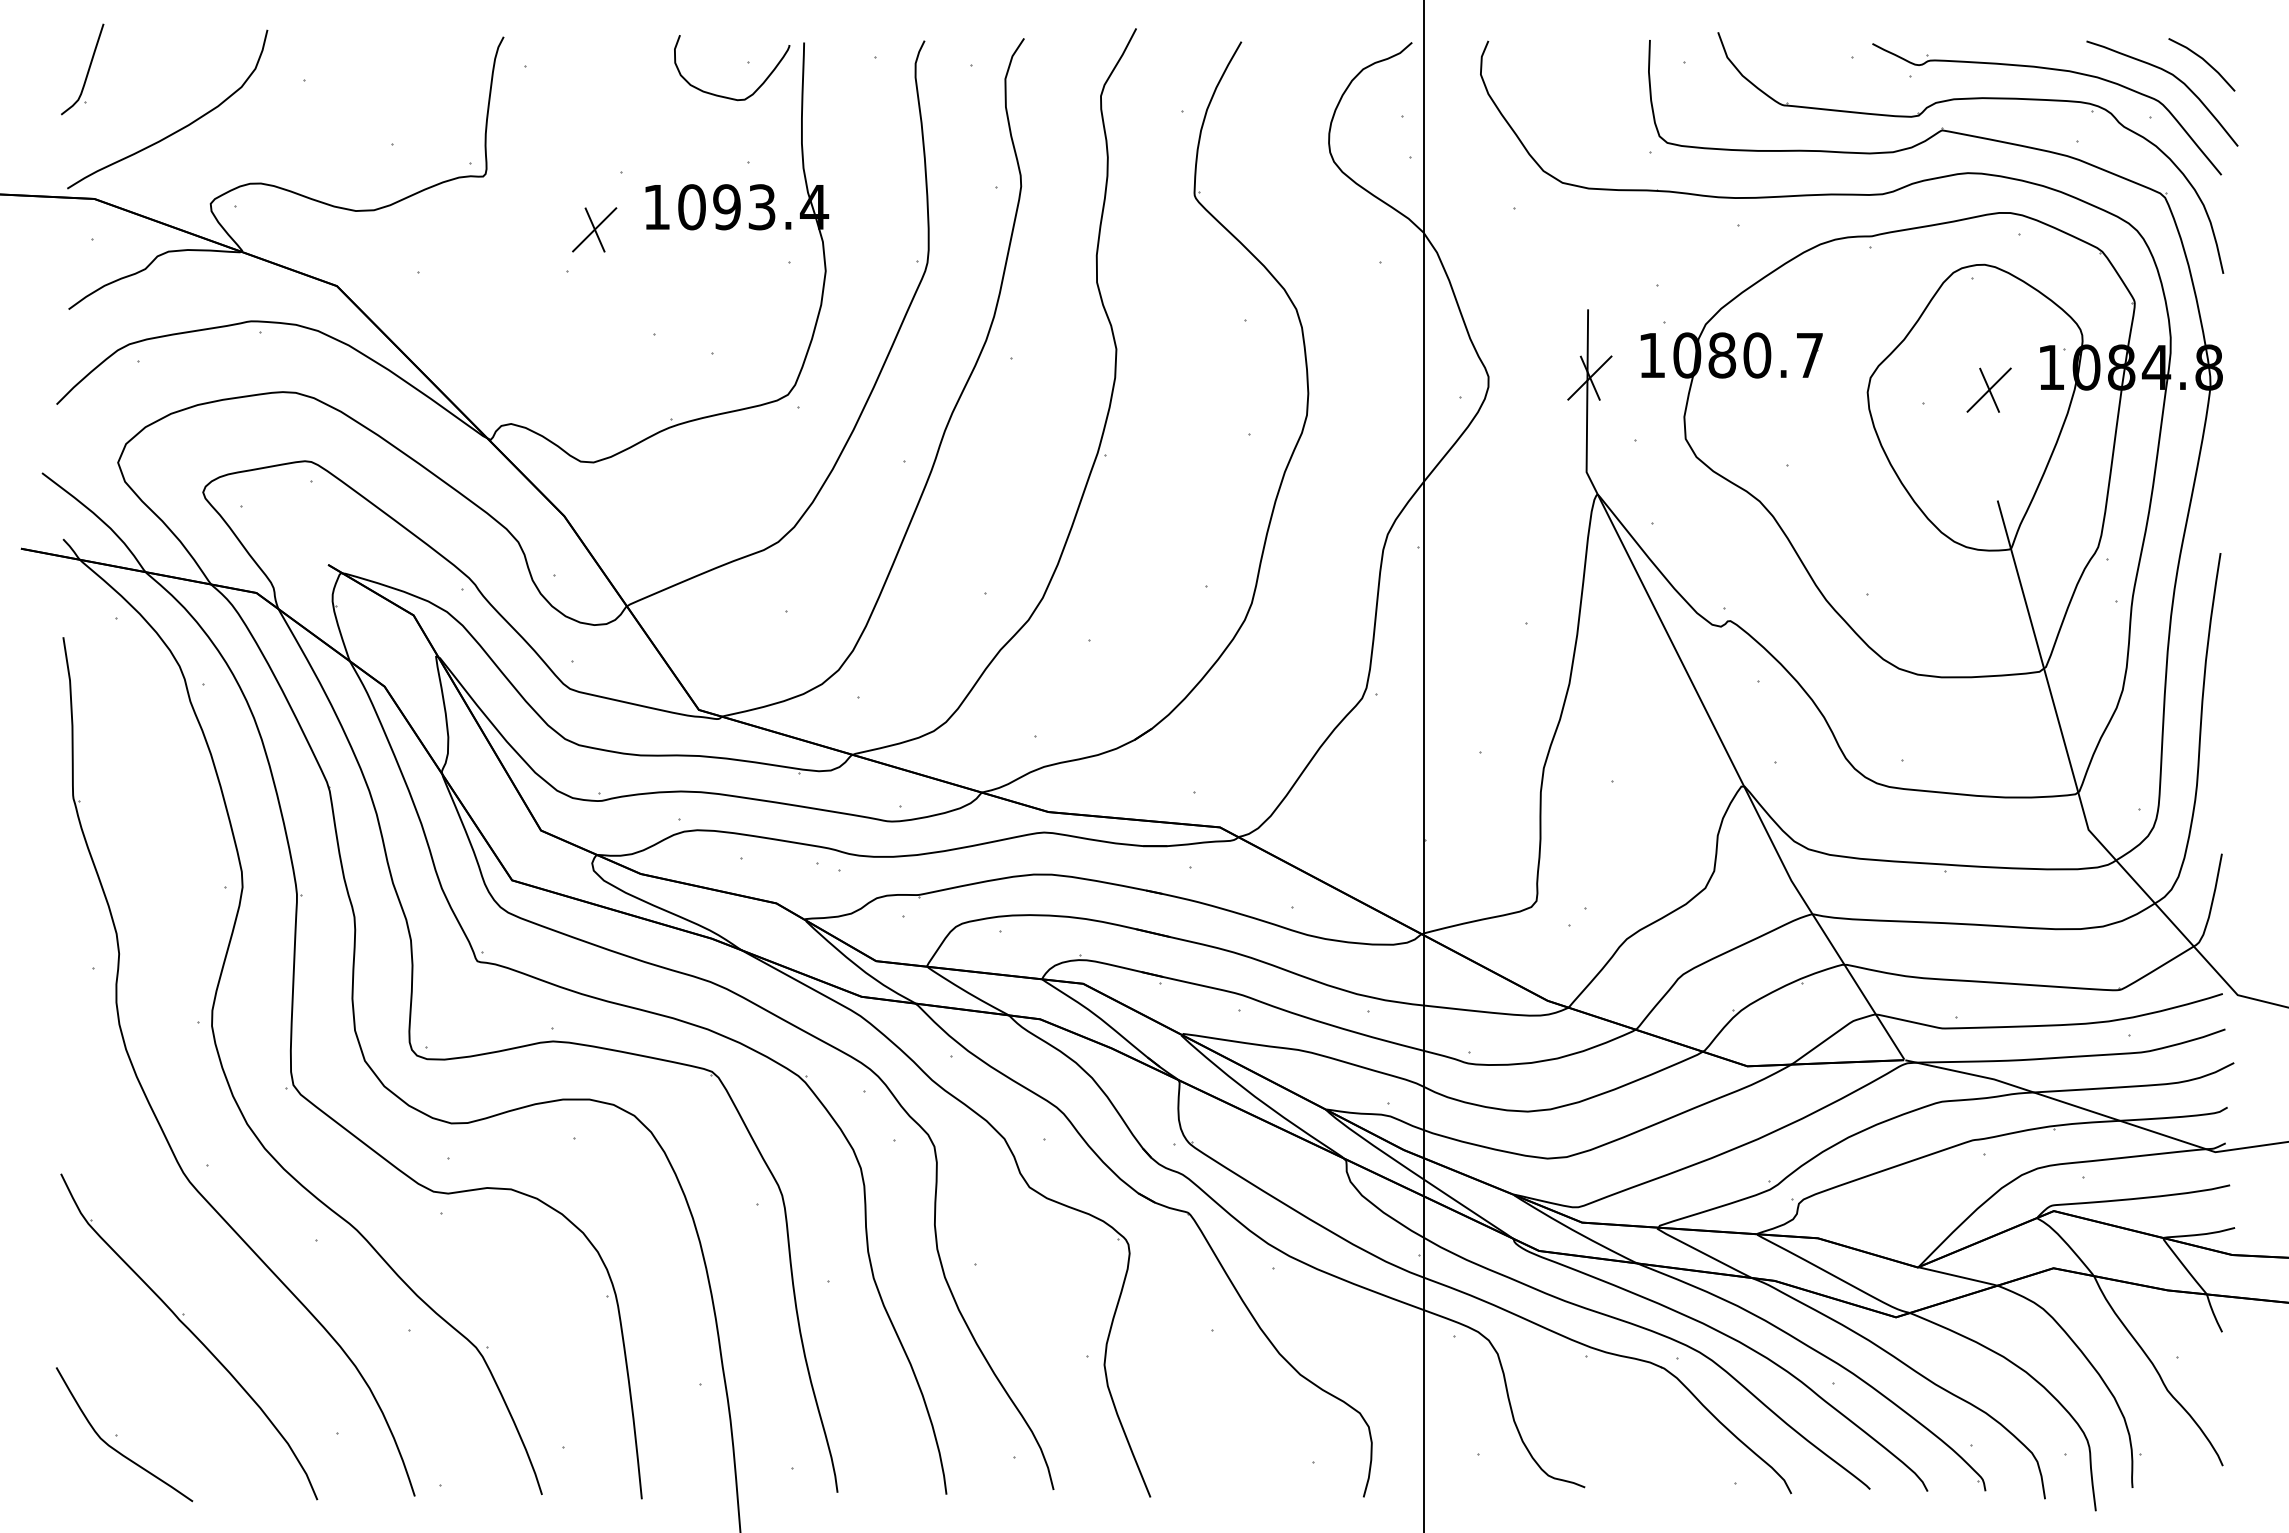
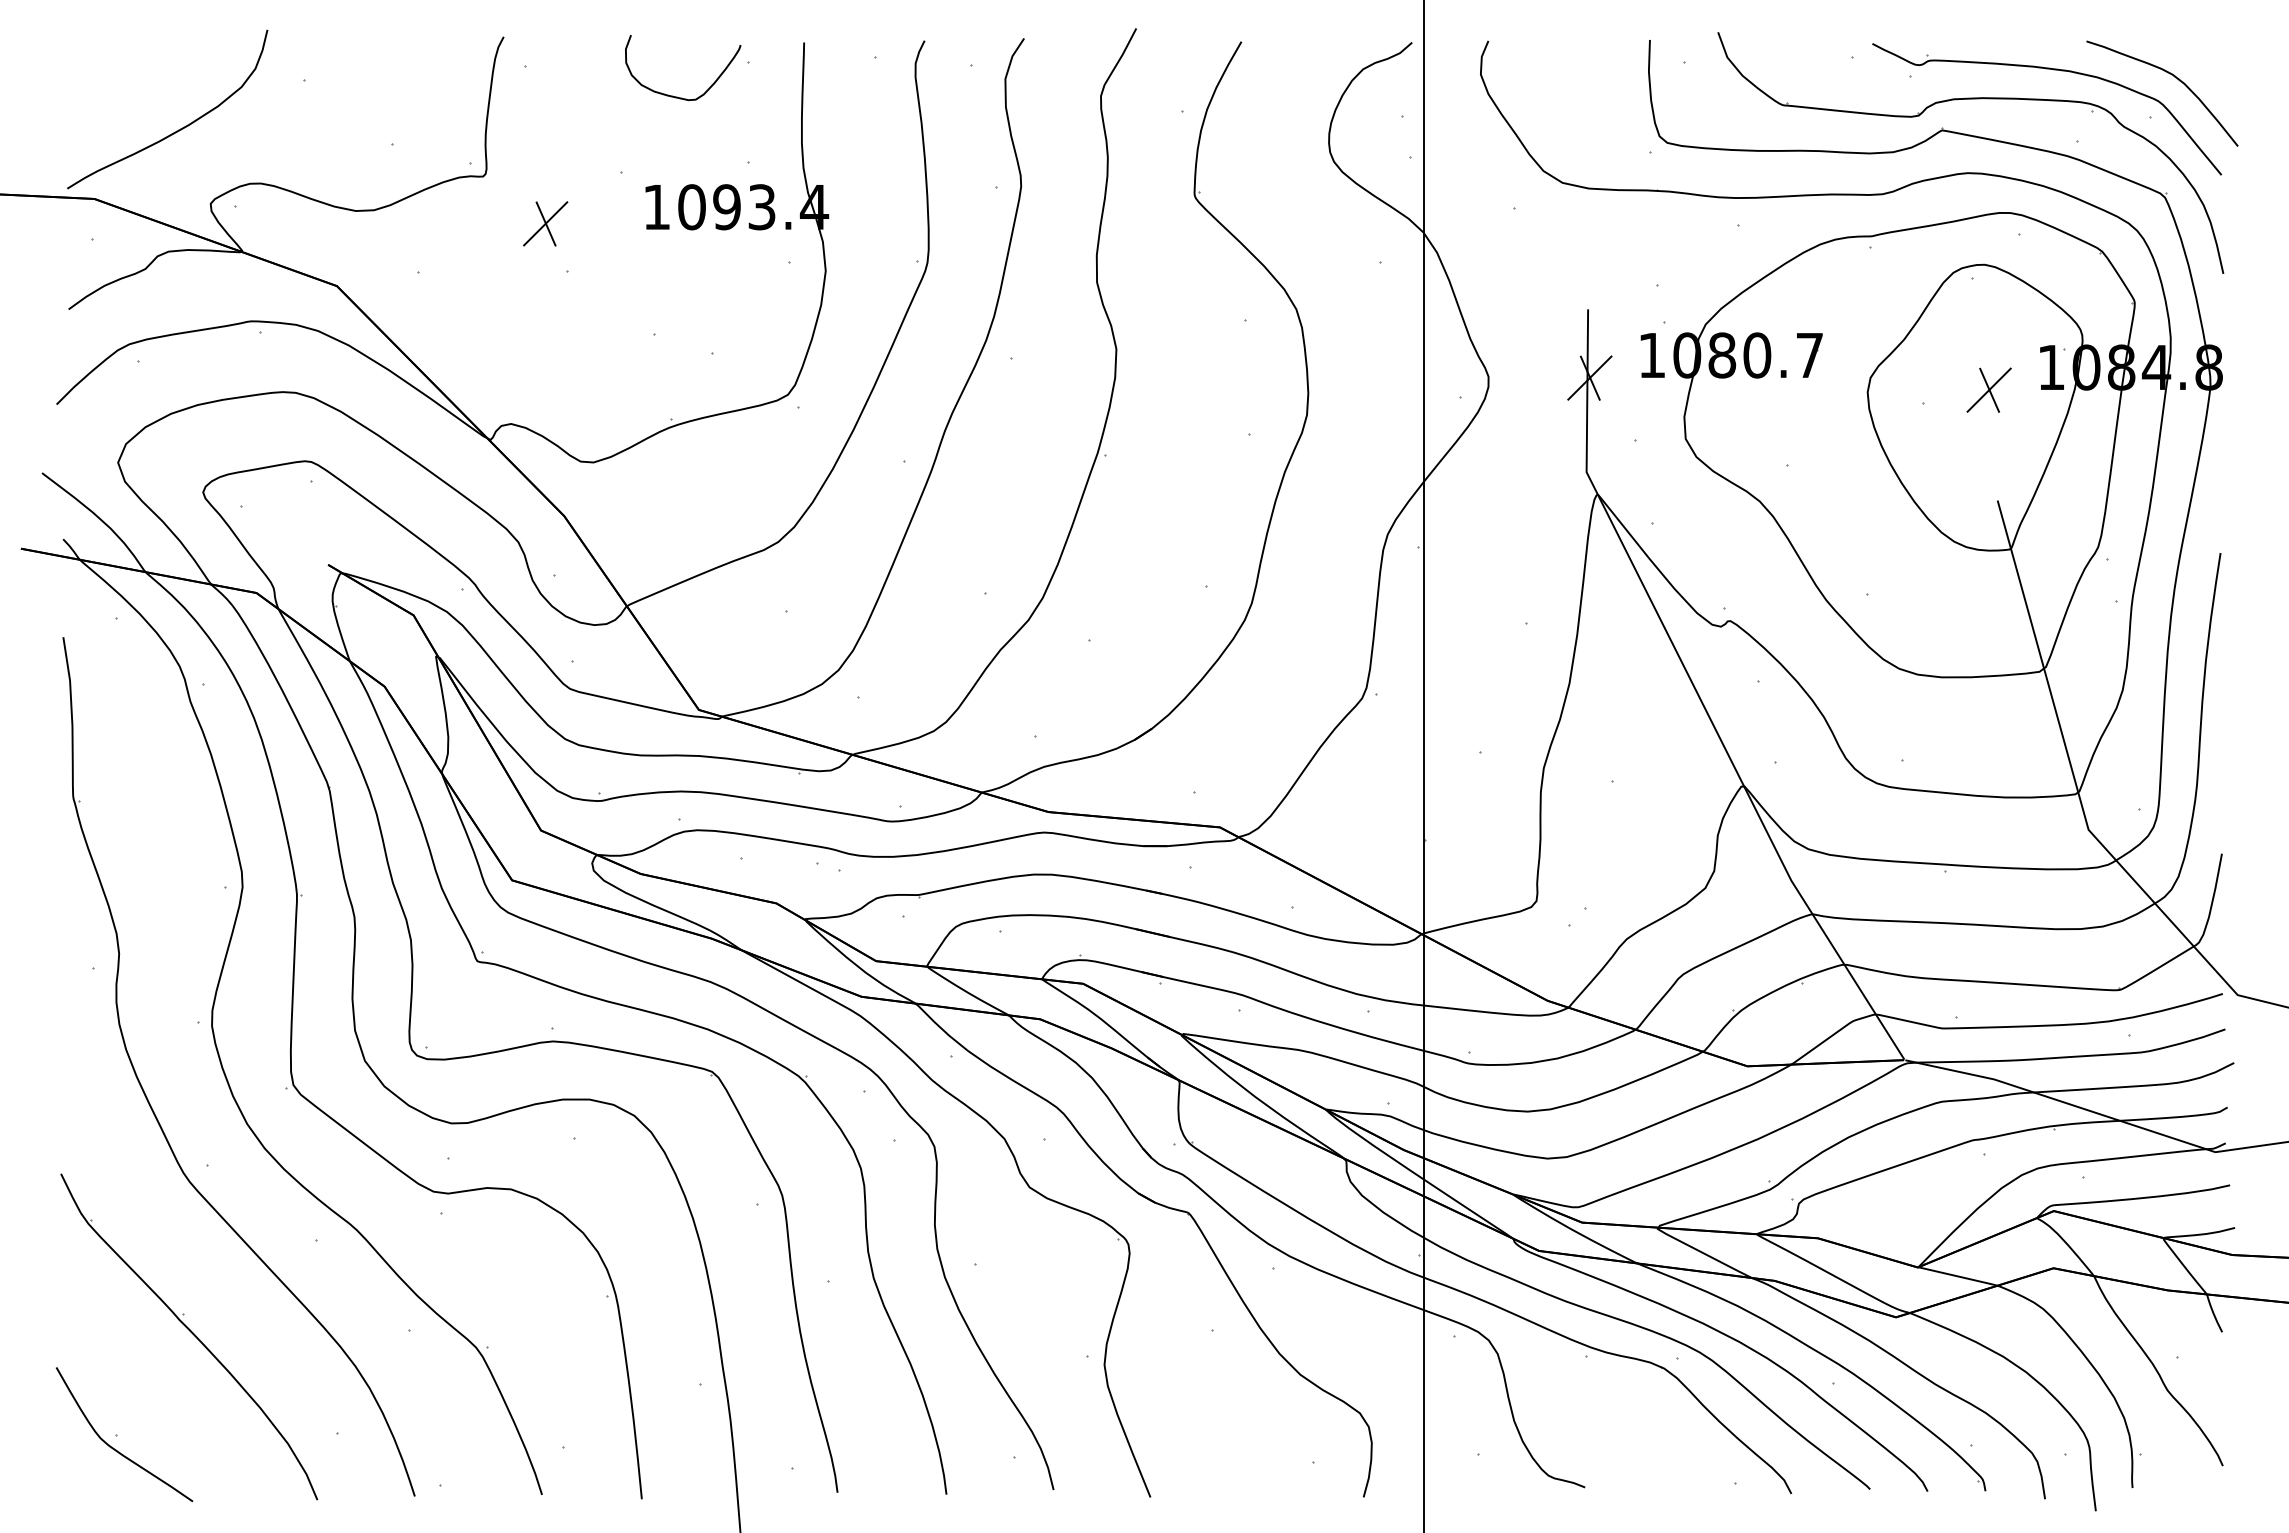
line at (2204, 61): present -> none
part at (82, 69): present -> none
curve at (726, 96) position: (726, 96) -> (677, 96)
part at (594, 229) position: (594, 229) -> (545, 223)
